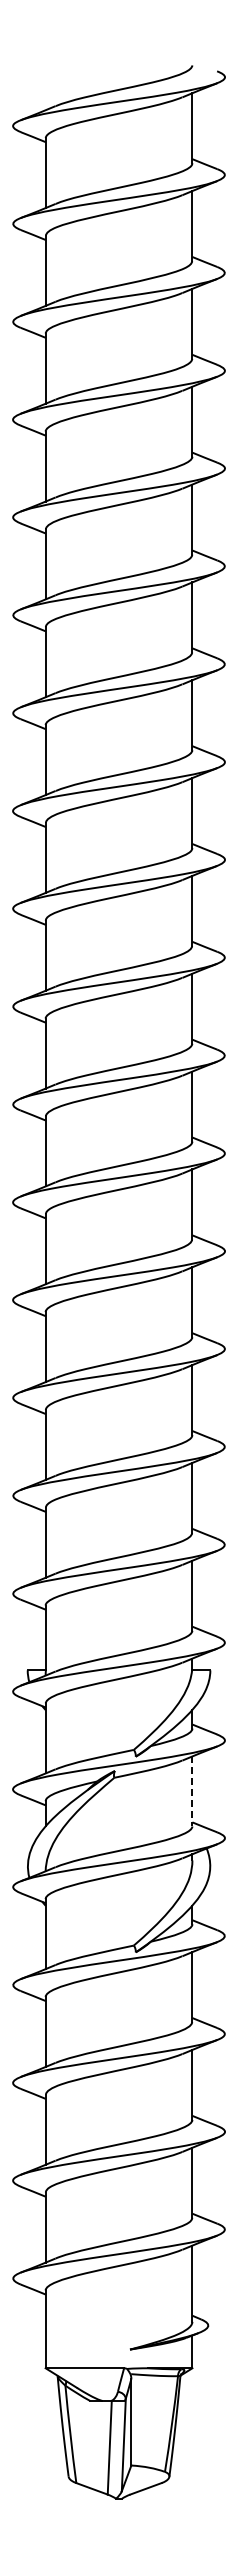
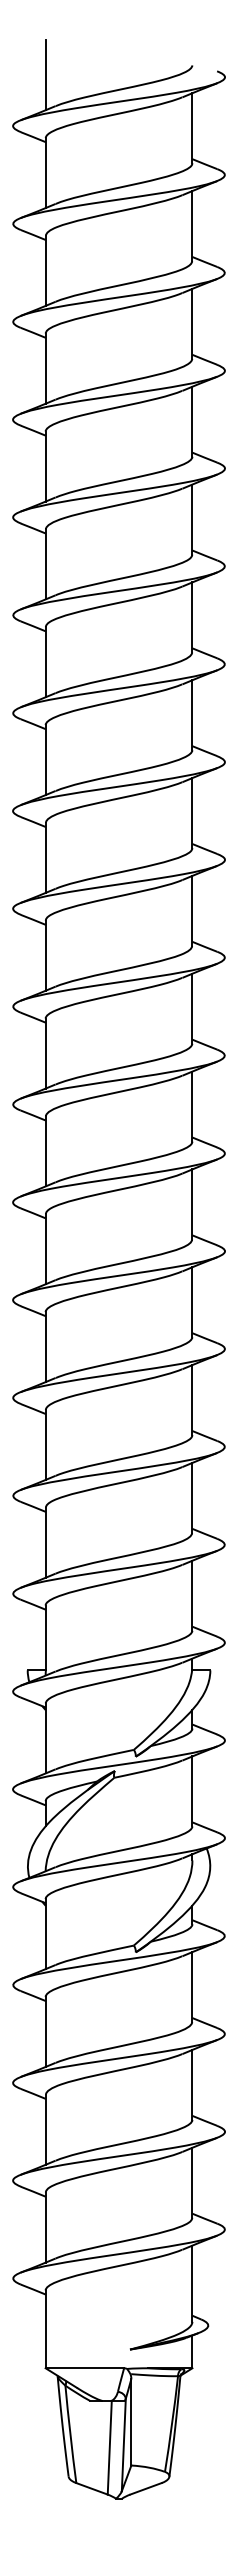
line at (45, 75): none -> present
line at (192, 1791): dashed -> solid
